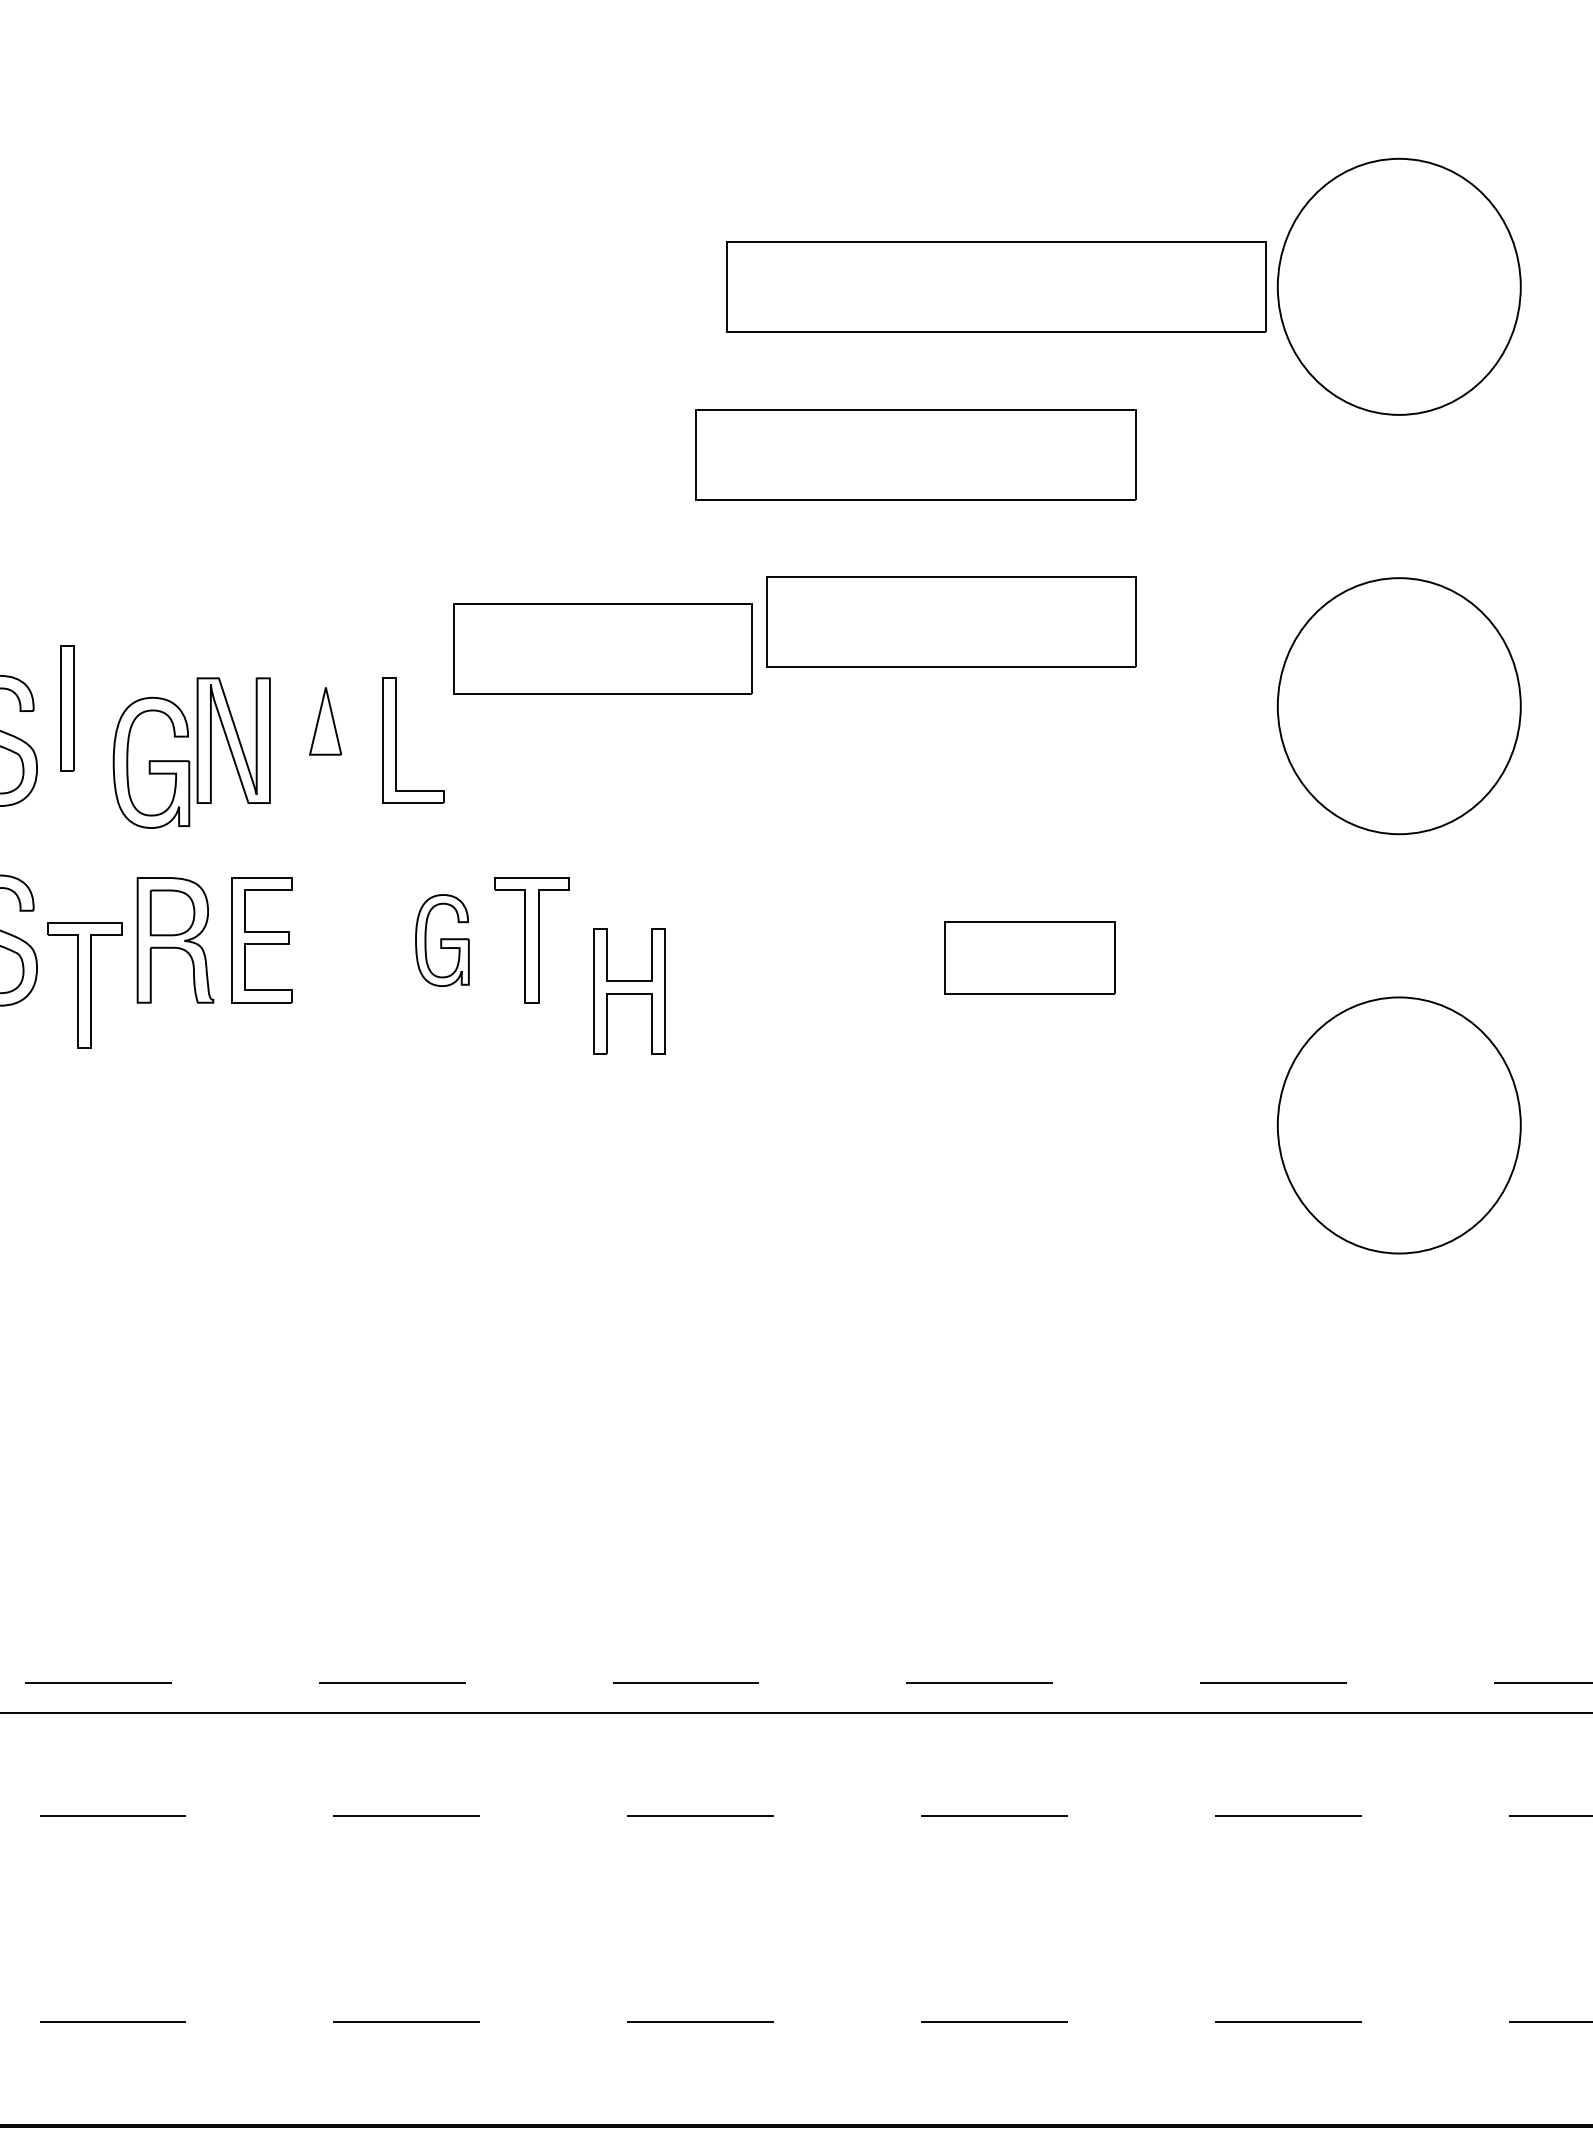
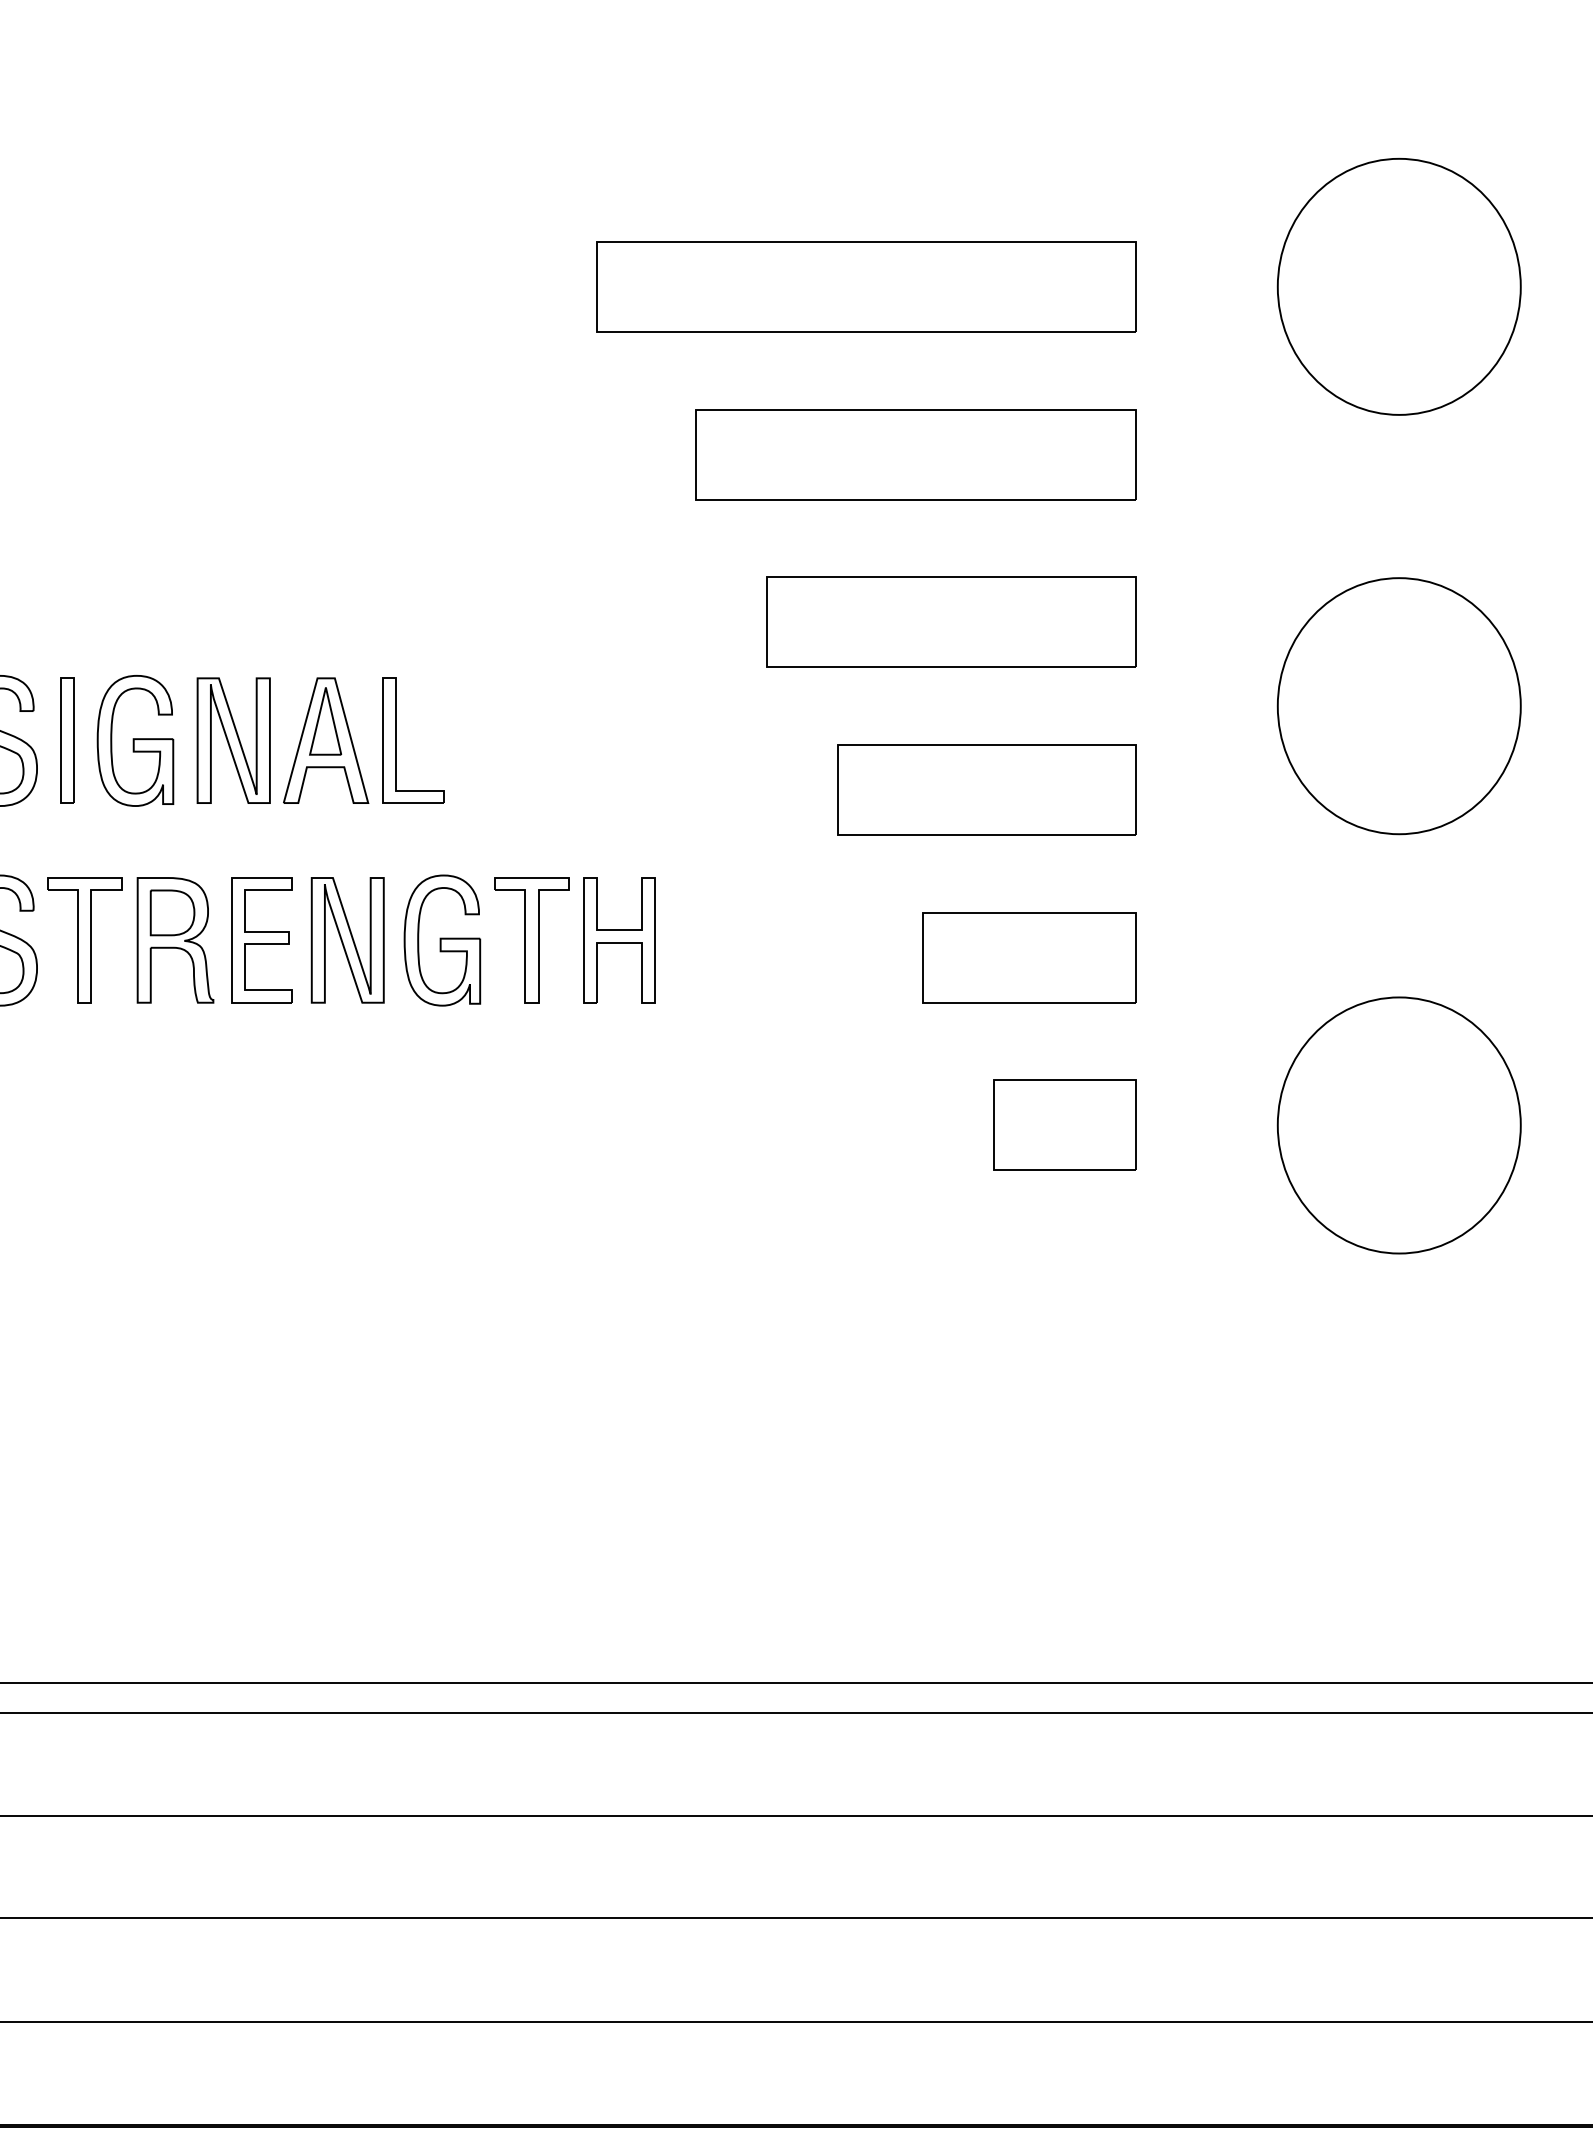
part at (996, 286) position: (996, 286) -> (866, 286)
part at (602, 648) position: (602, 648) -> (986, 789)
part at (67, 708) position: (67, 708) -> (67, 740)
part at (326, 740): none -> present
part at (151, 762) position: (151, 762) -> (135, 740)
part at (347, 940): none -> present
part at (442, 940) size: 55x93 px -> 79x133 px
part at (1029, 957) size: 172x74 px -> 215x92 px
part at (84, 985) position: (84, 985) -> (84, 940)
part at (629, 991) position: (629, 991) -> (619, 940)
part at (1064, 1124): none -> present
line at (795, 1683): dashed -> solid
line at (796, 1815): dashed -> solid
line at (795, 1918): none -> present
line at (796, 2022): dashed -> solid
